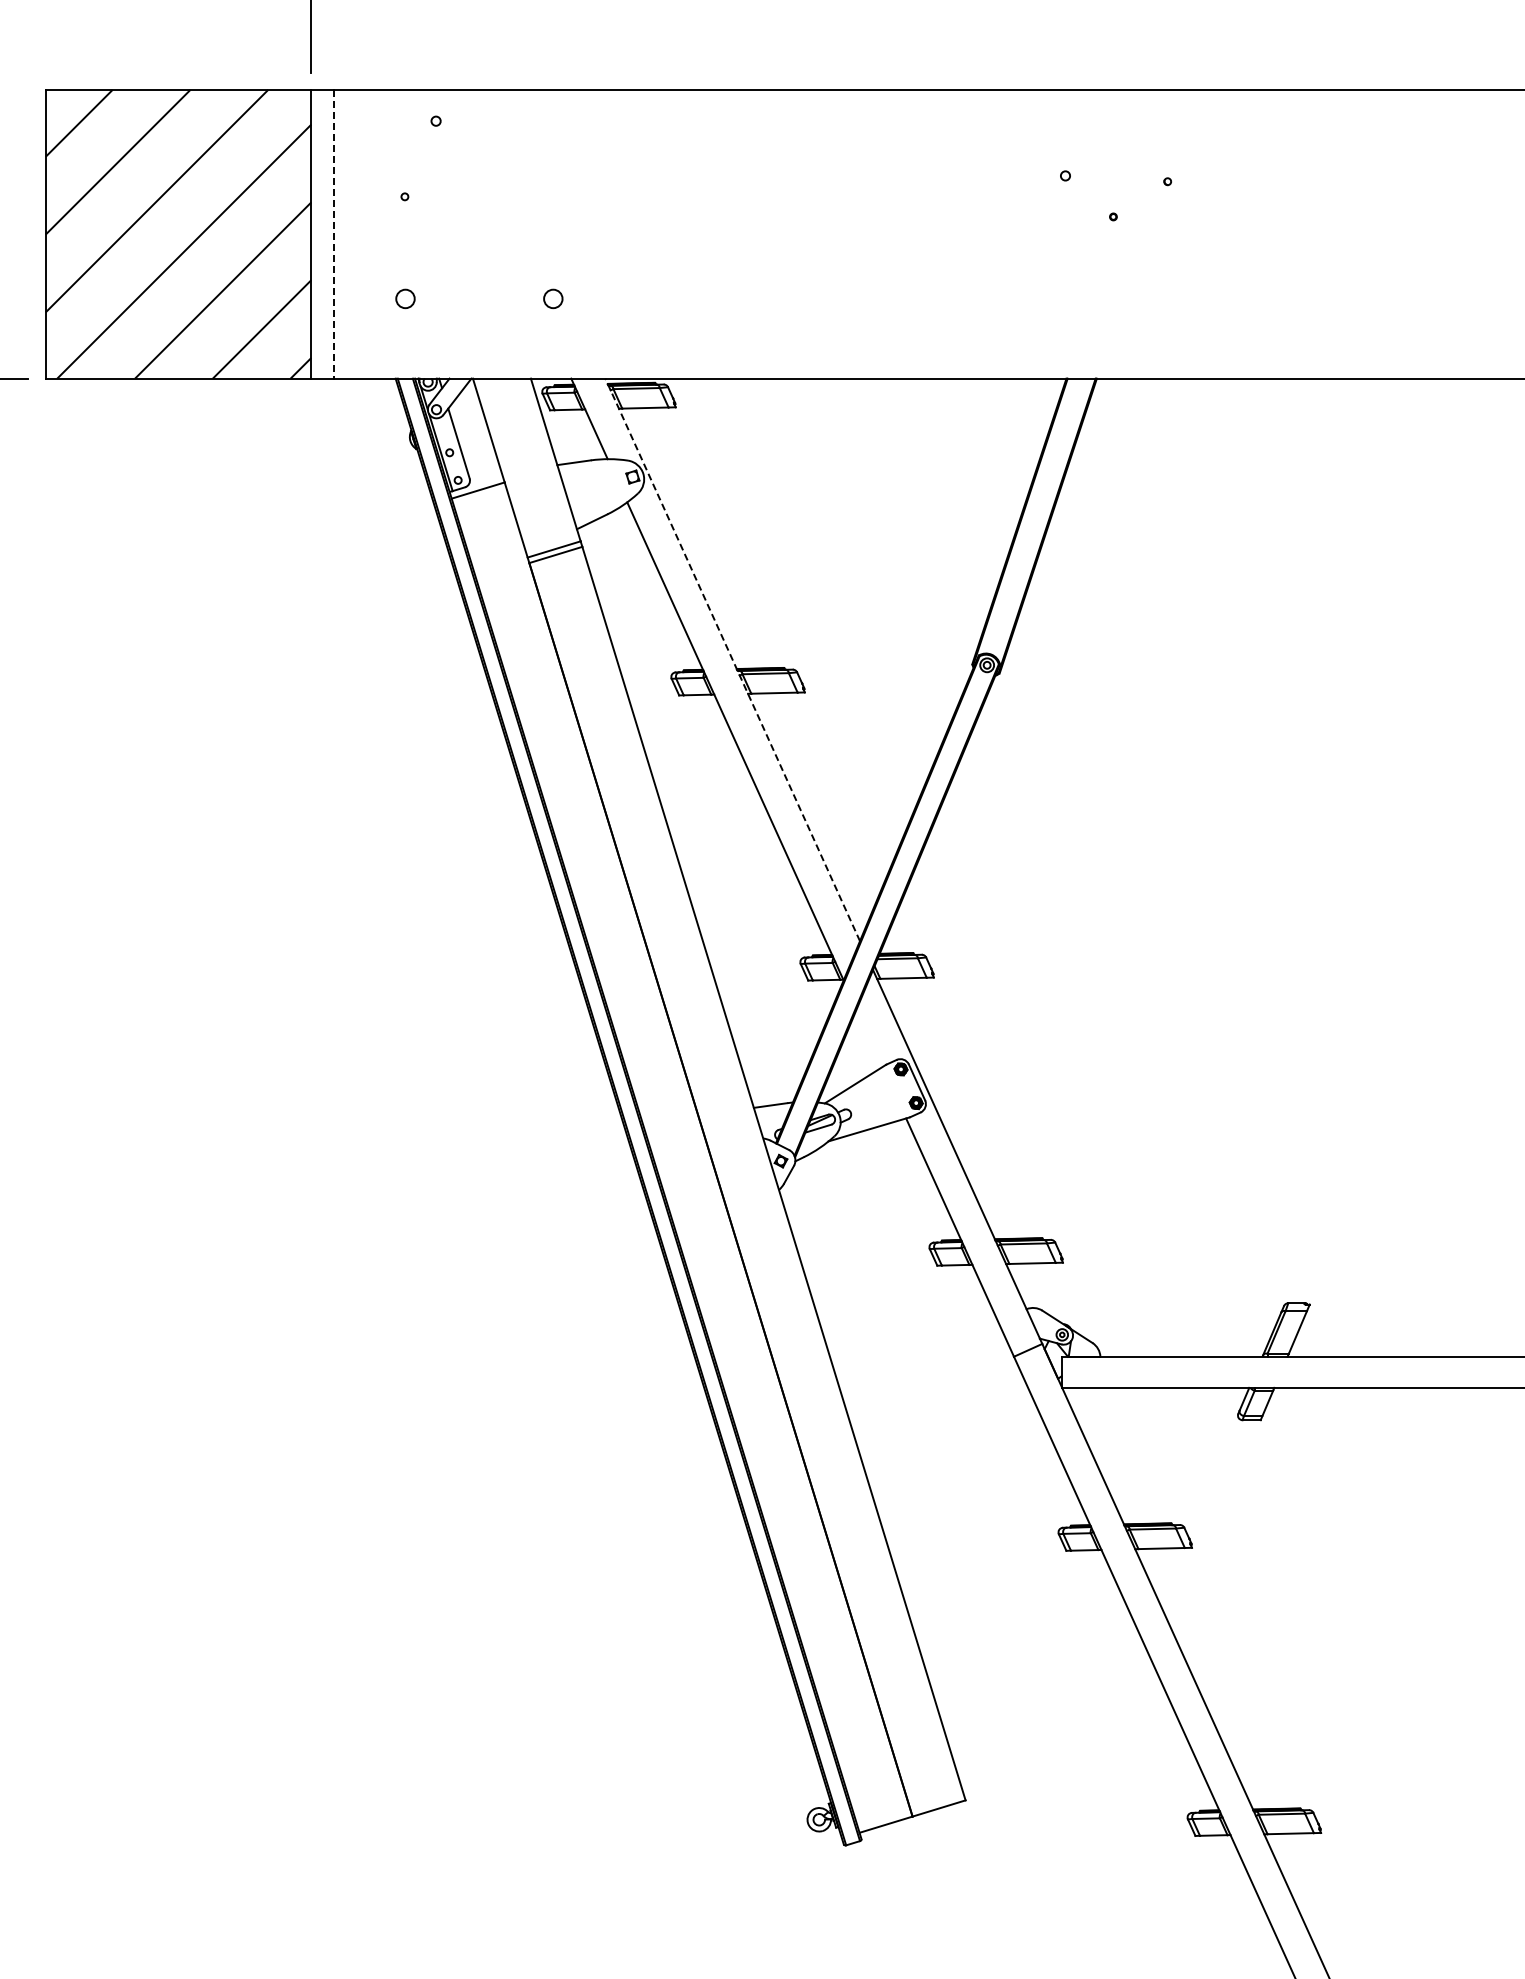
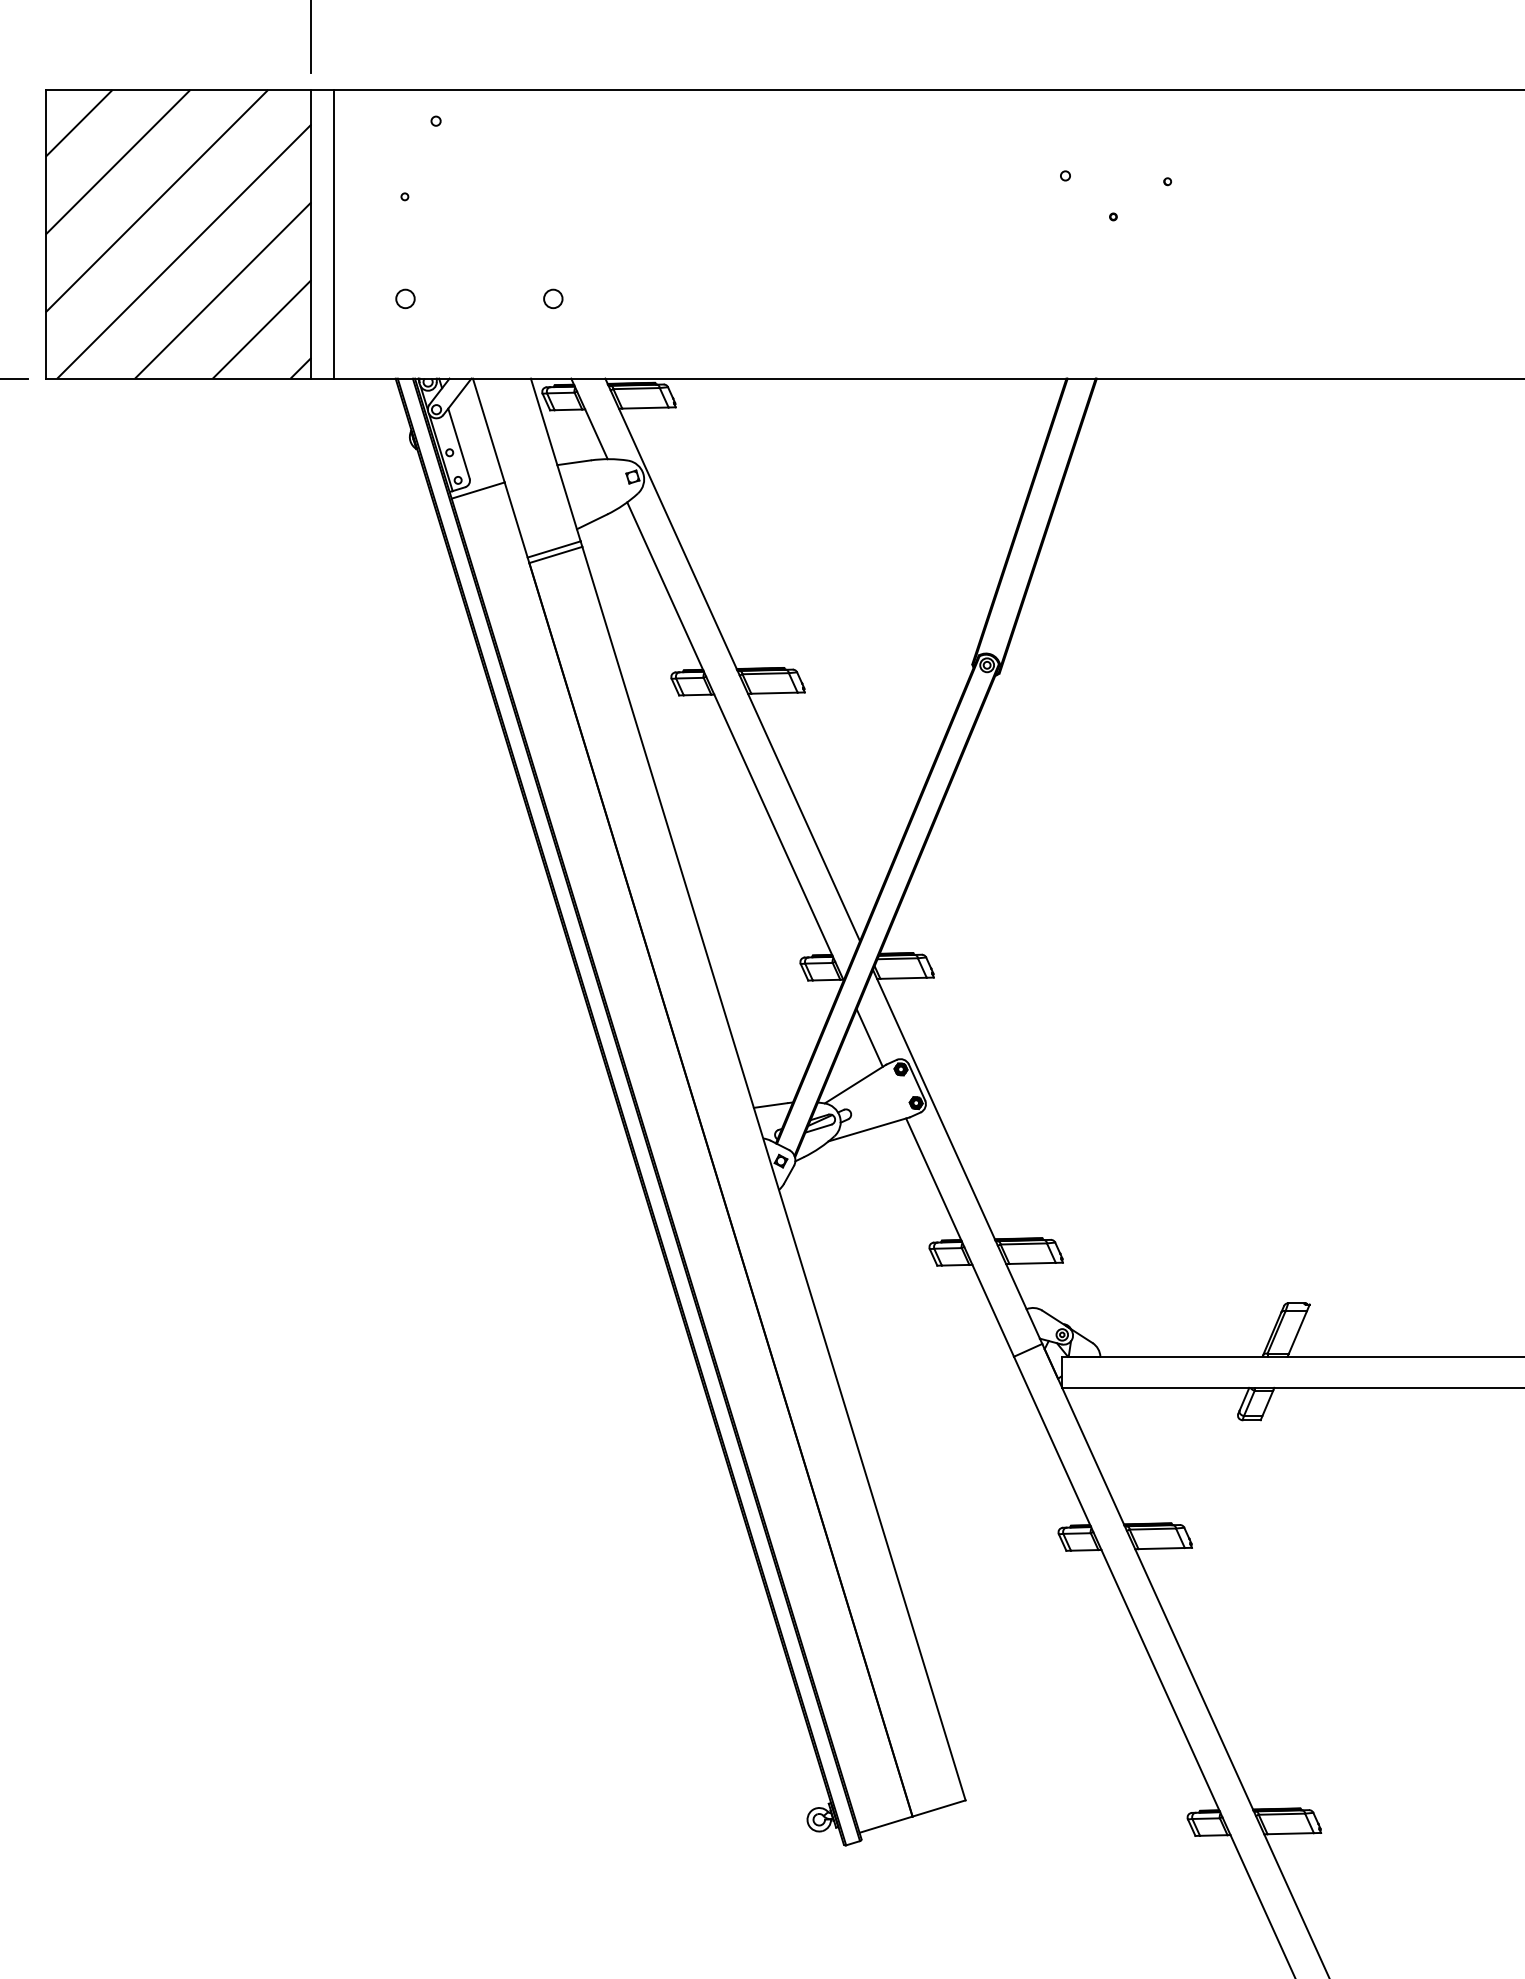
line at (334, 234): dashed -> solid
line at (732, 659): dashed -> solid
line at (869, 1037): none -> present
